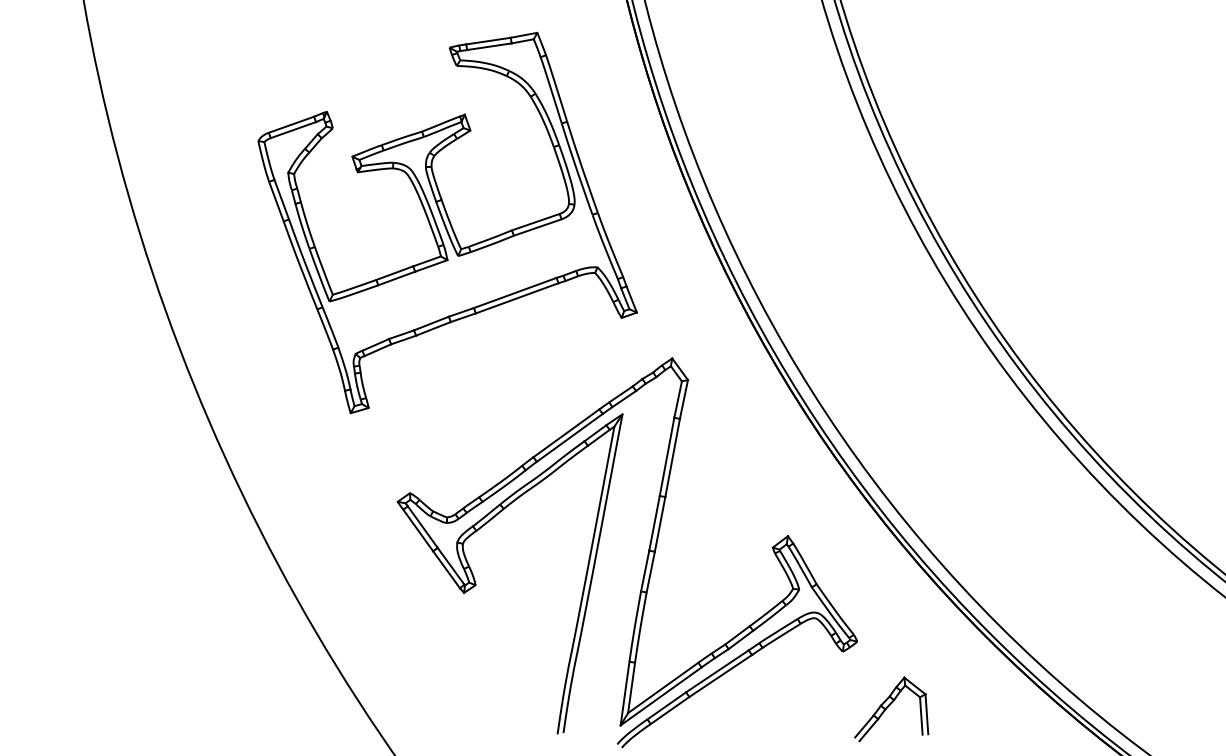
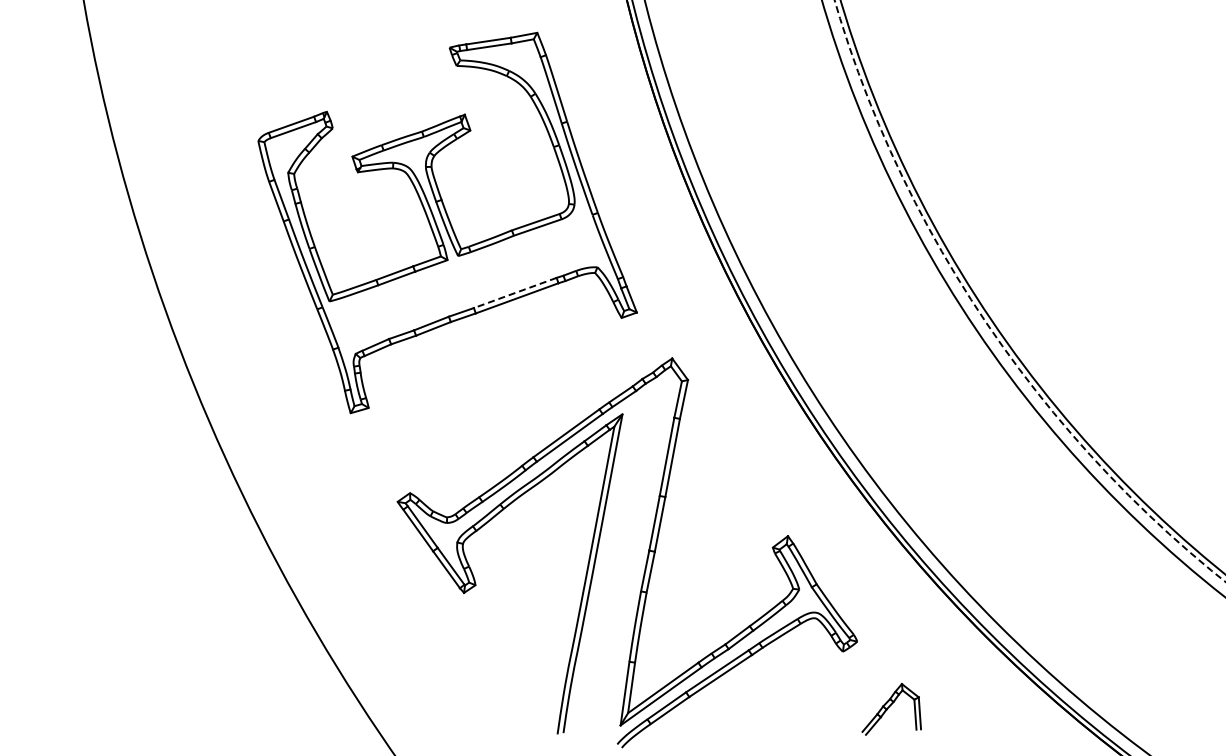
circle at (1029, 290): solid -> dashed
line at (514, 293): solid -> dashed
part at (891, 709) size: 76x67 px -> 61x54 px
